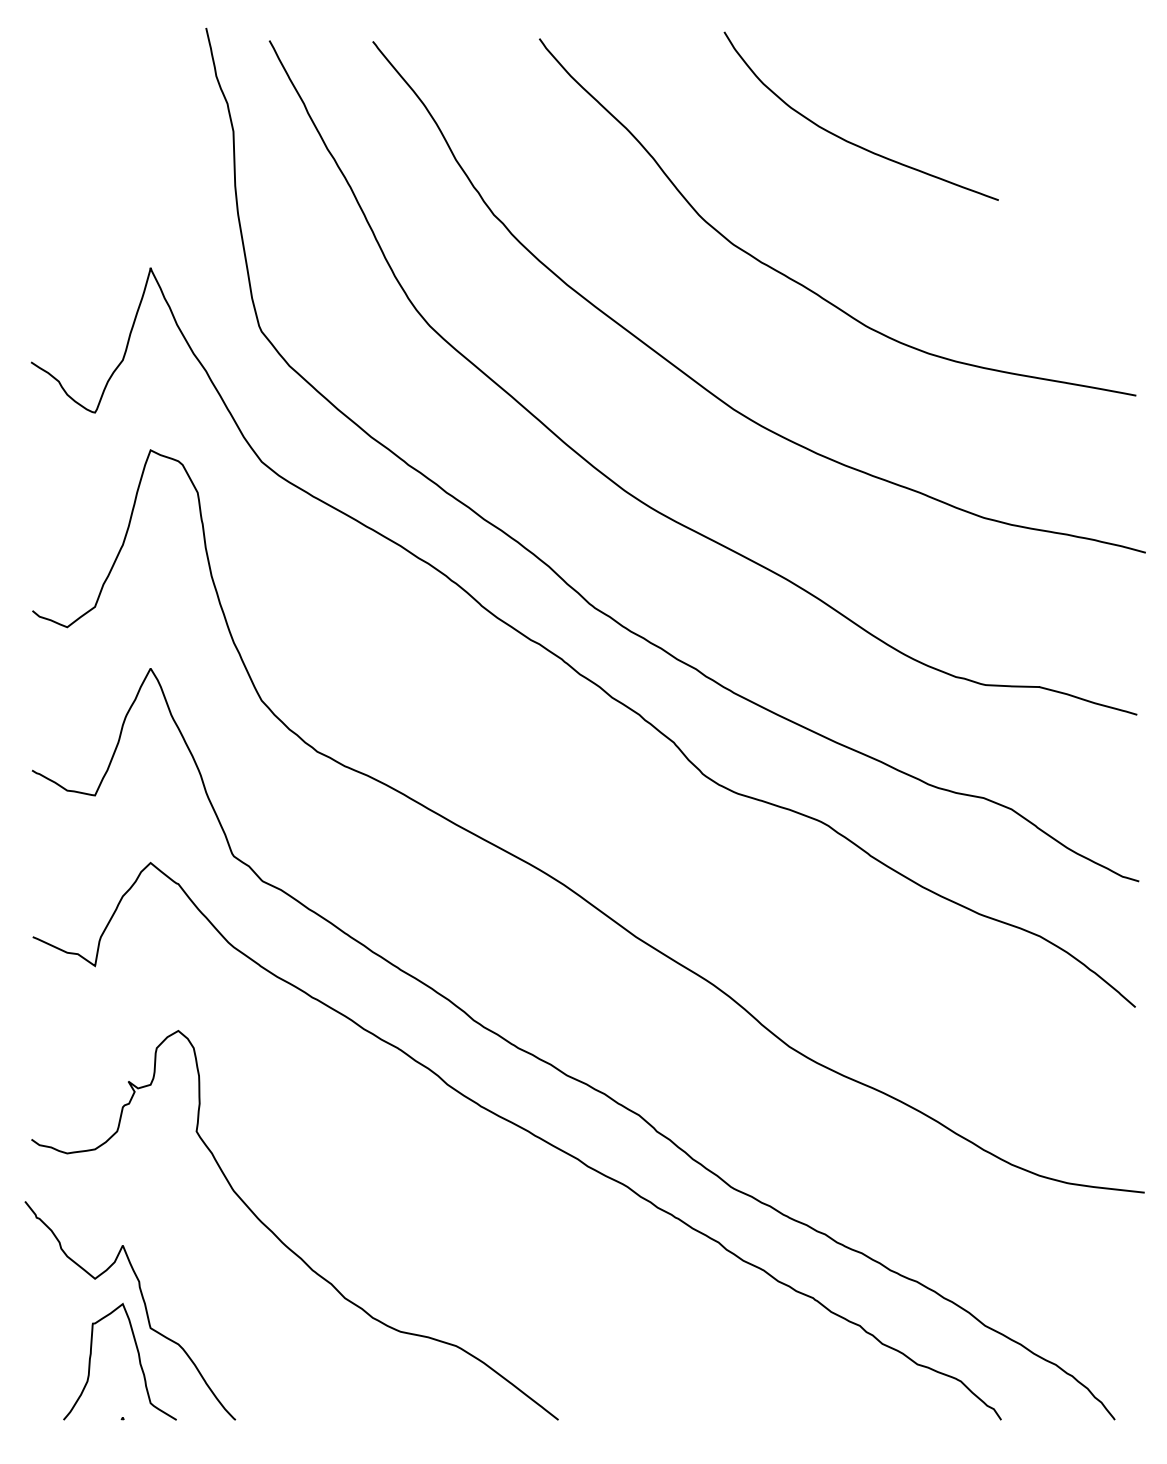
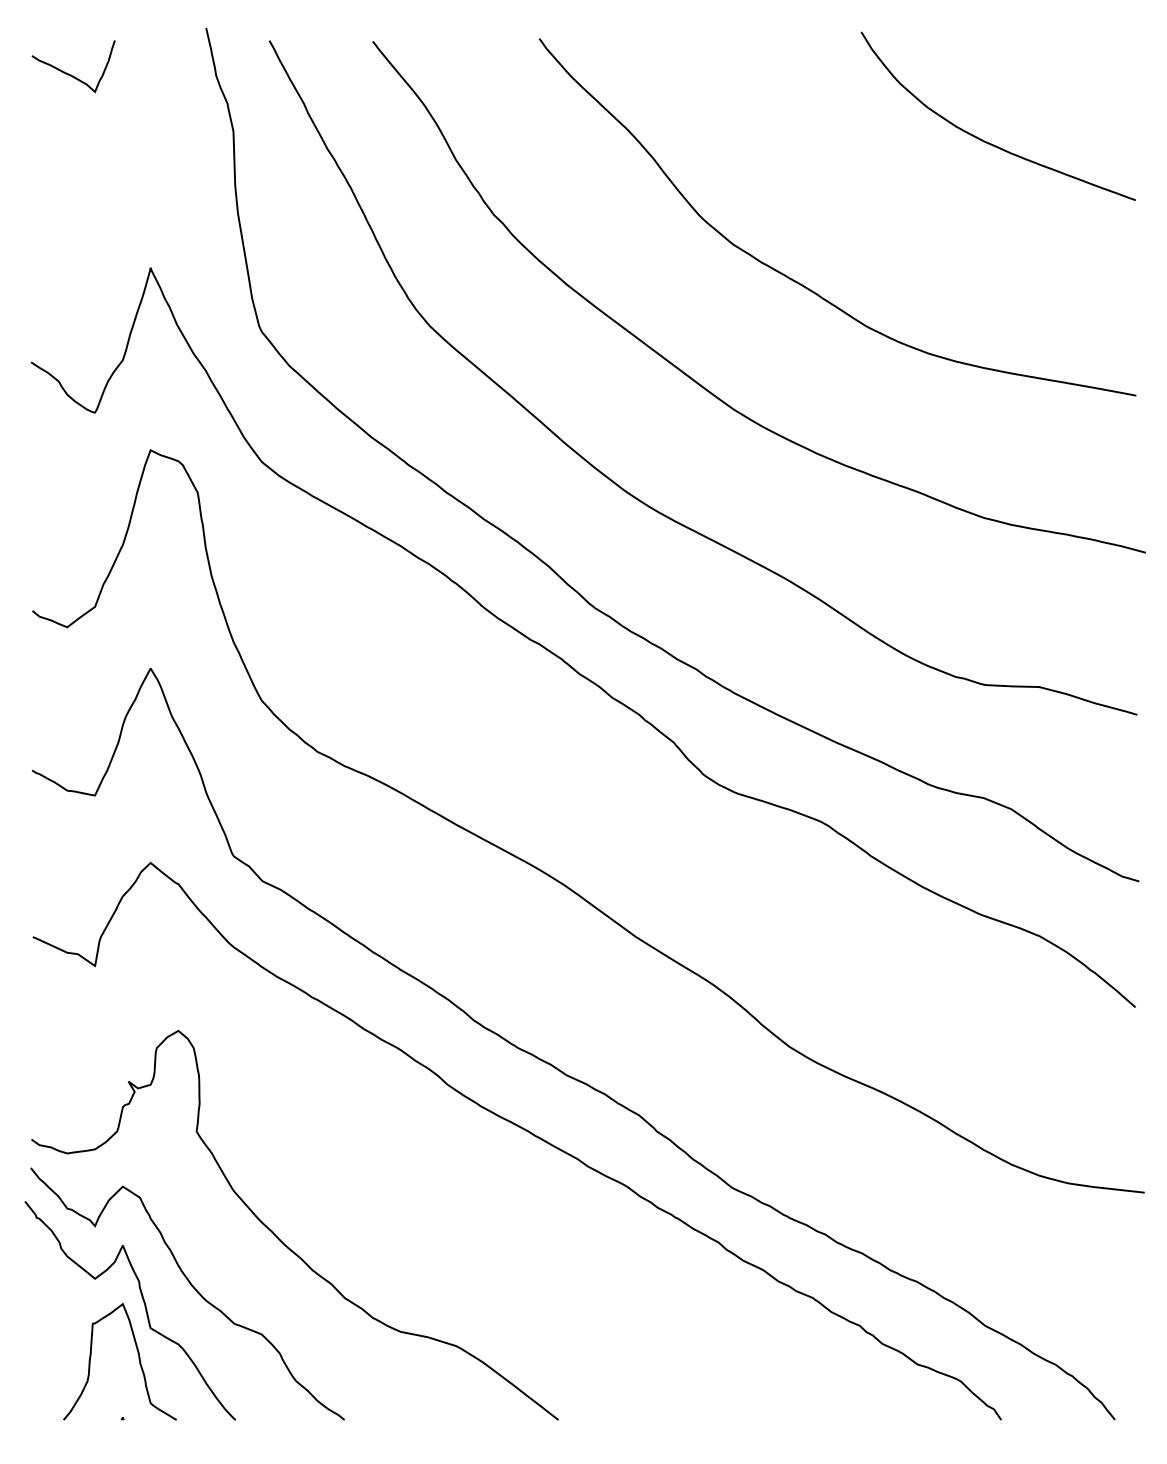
curve at (69, 73): none -> present
curve at (850, 141) position: (850, 141) -> (987, 141)
curve at (192, 1287): none -> present
